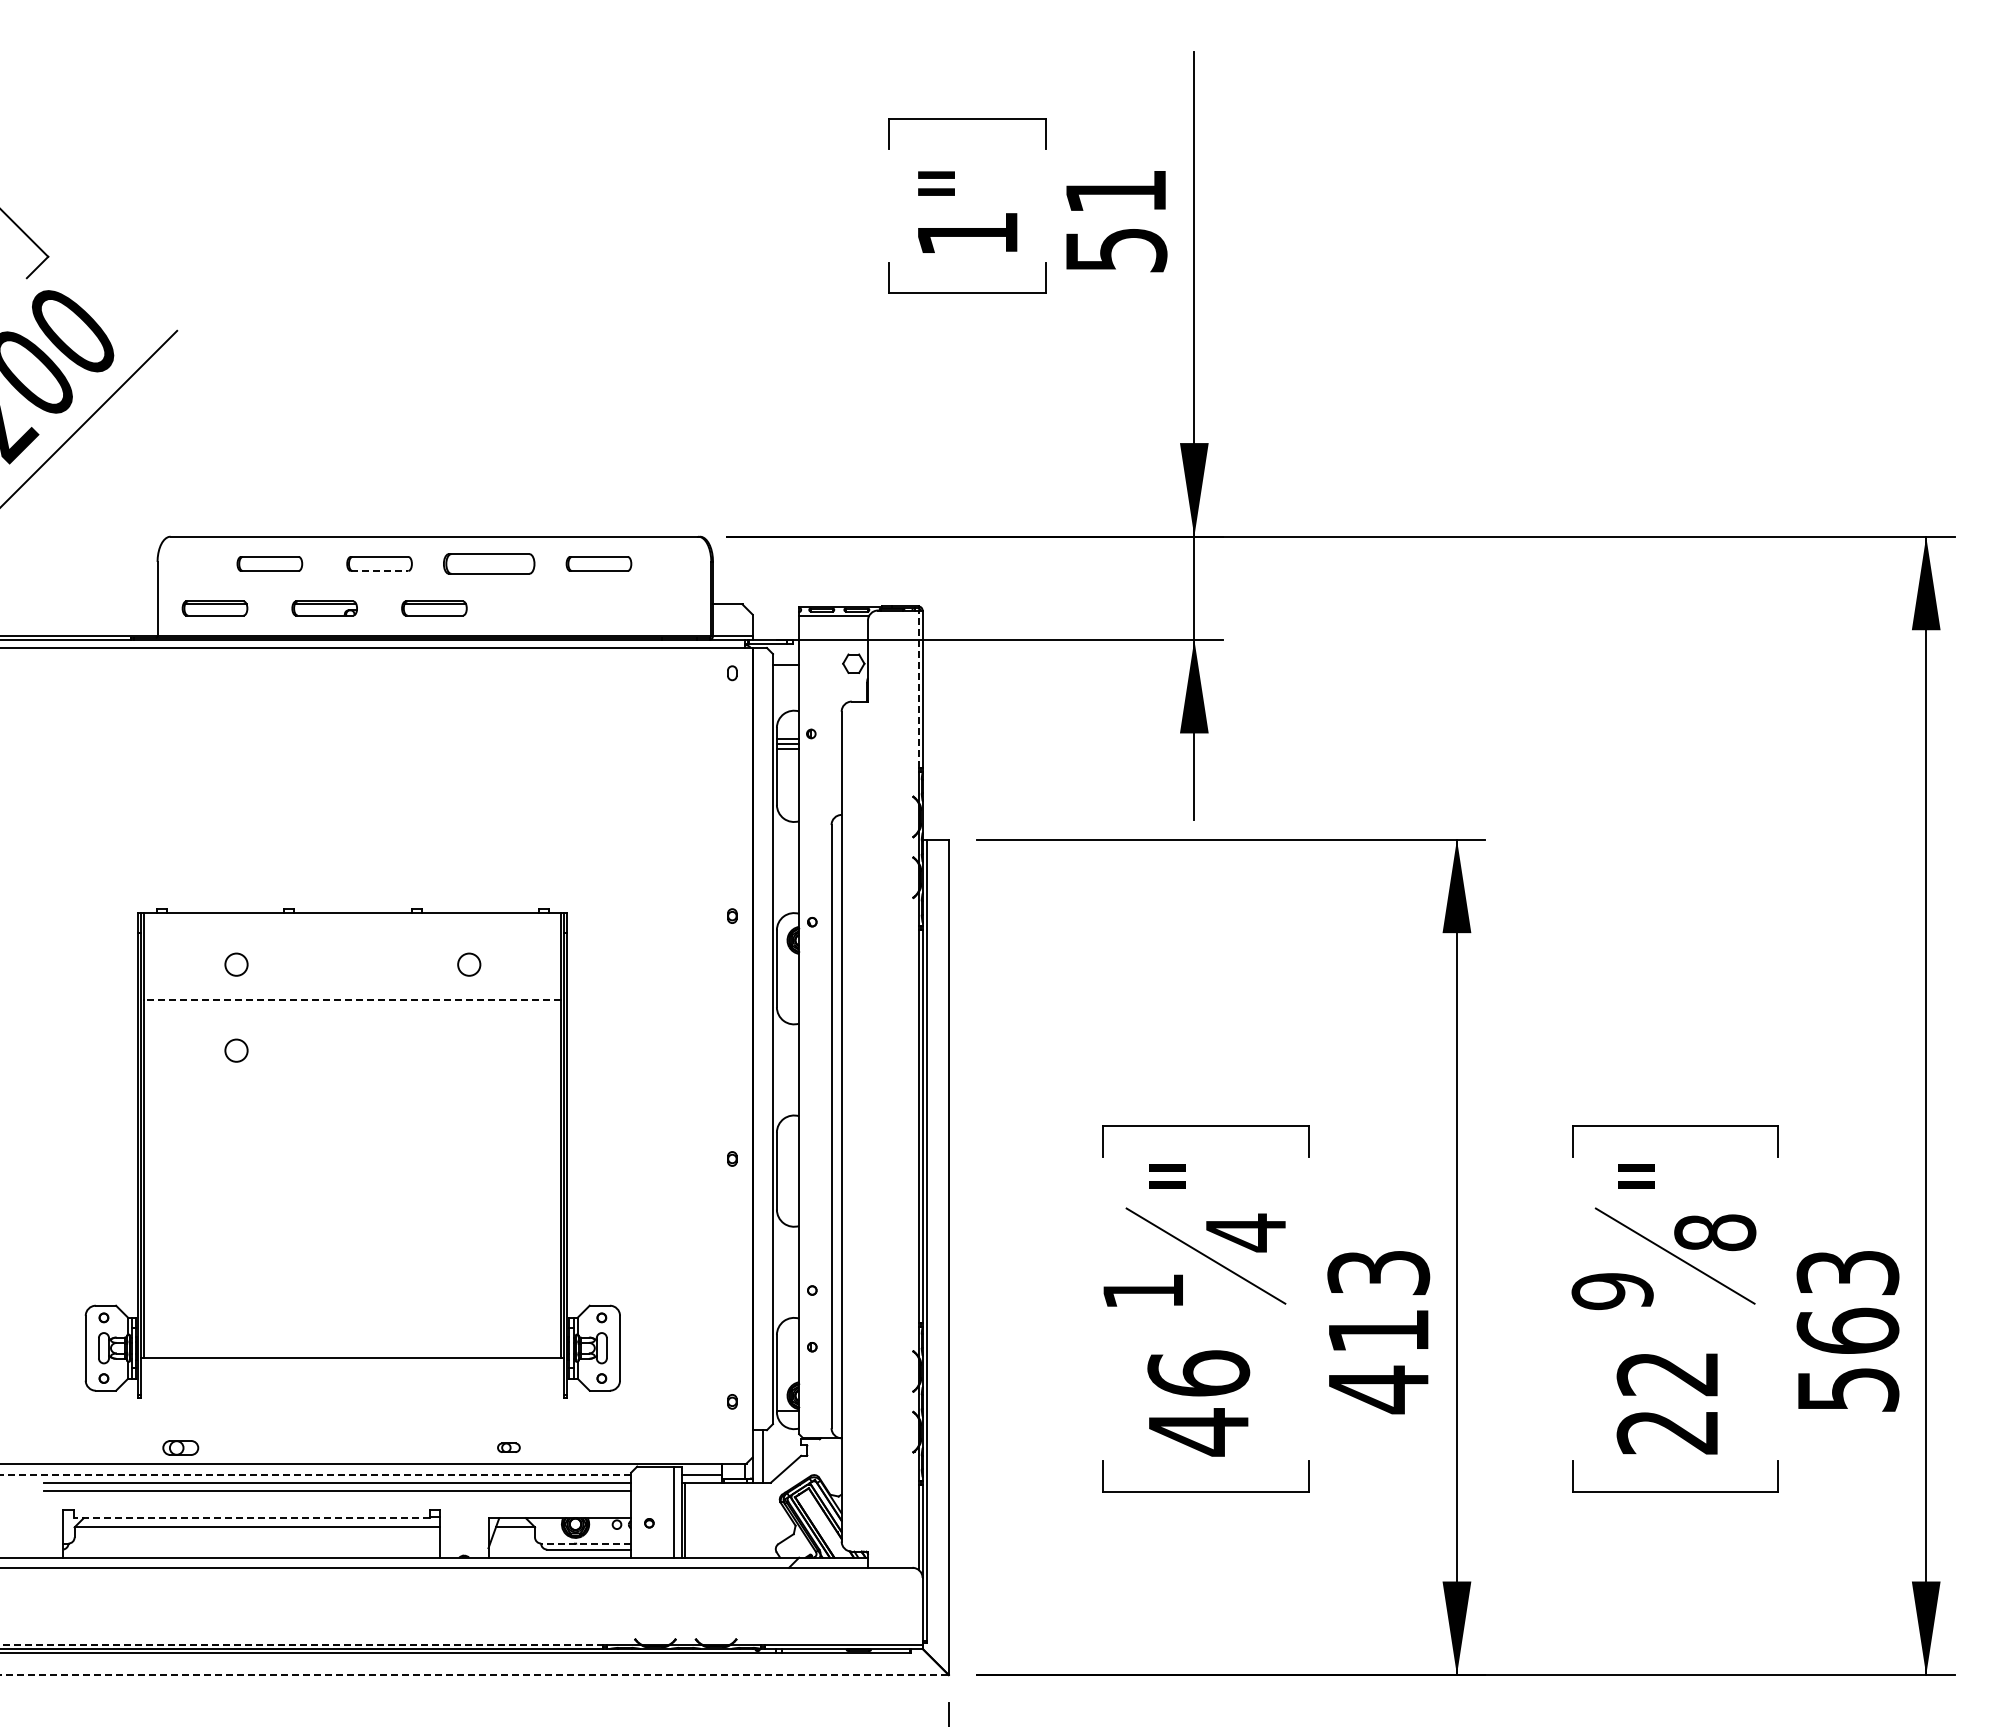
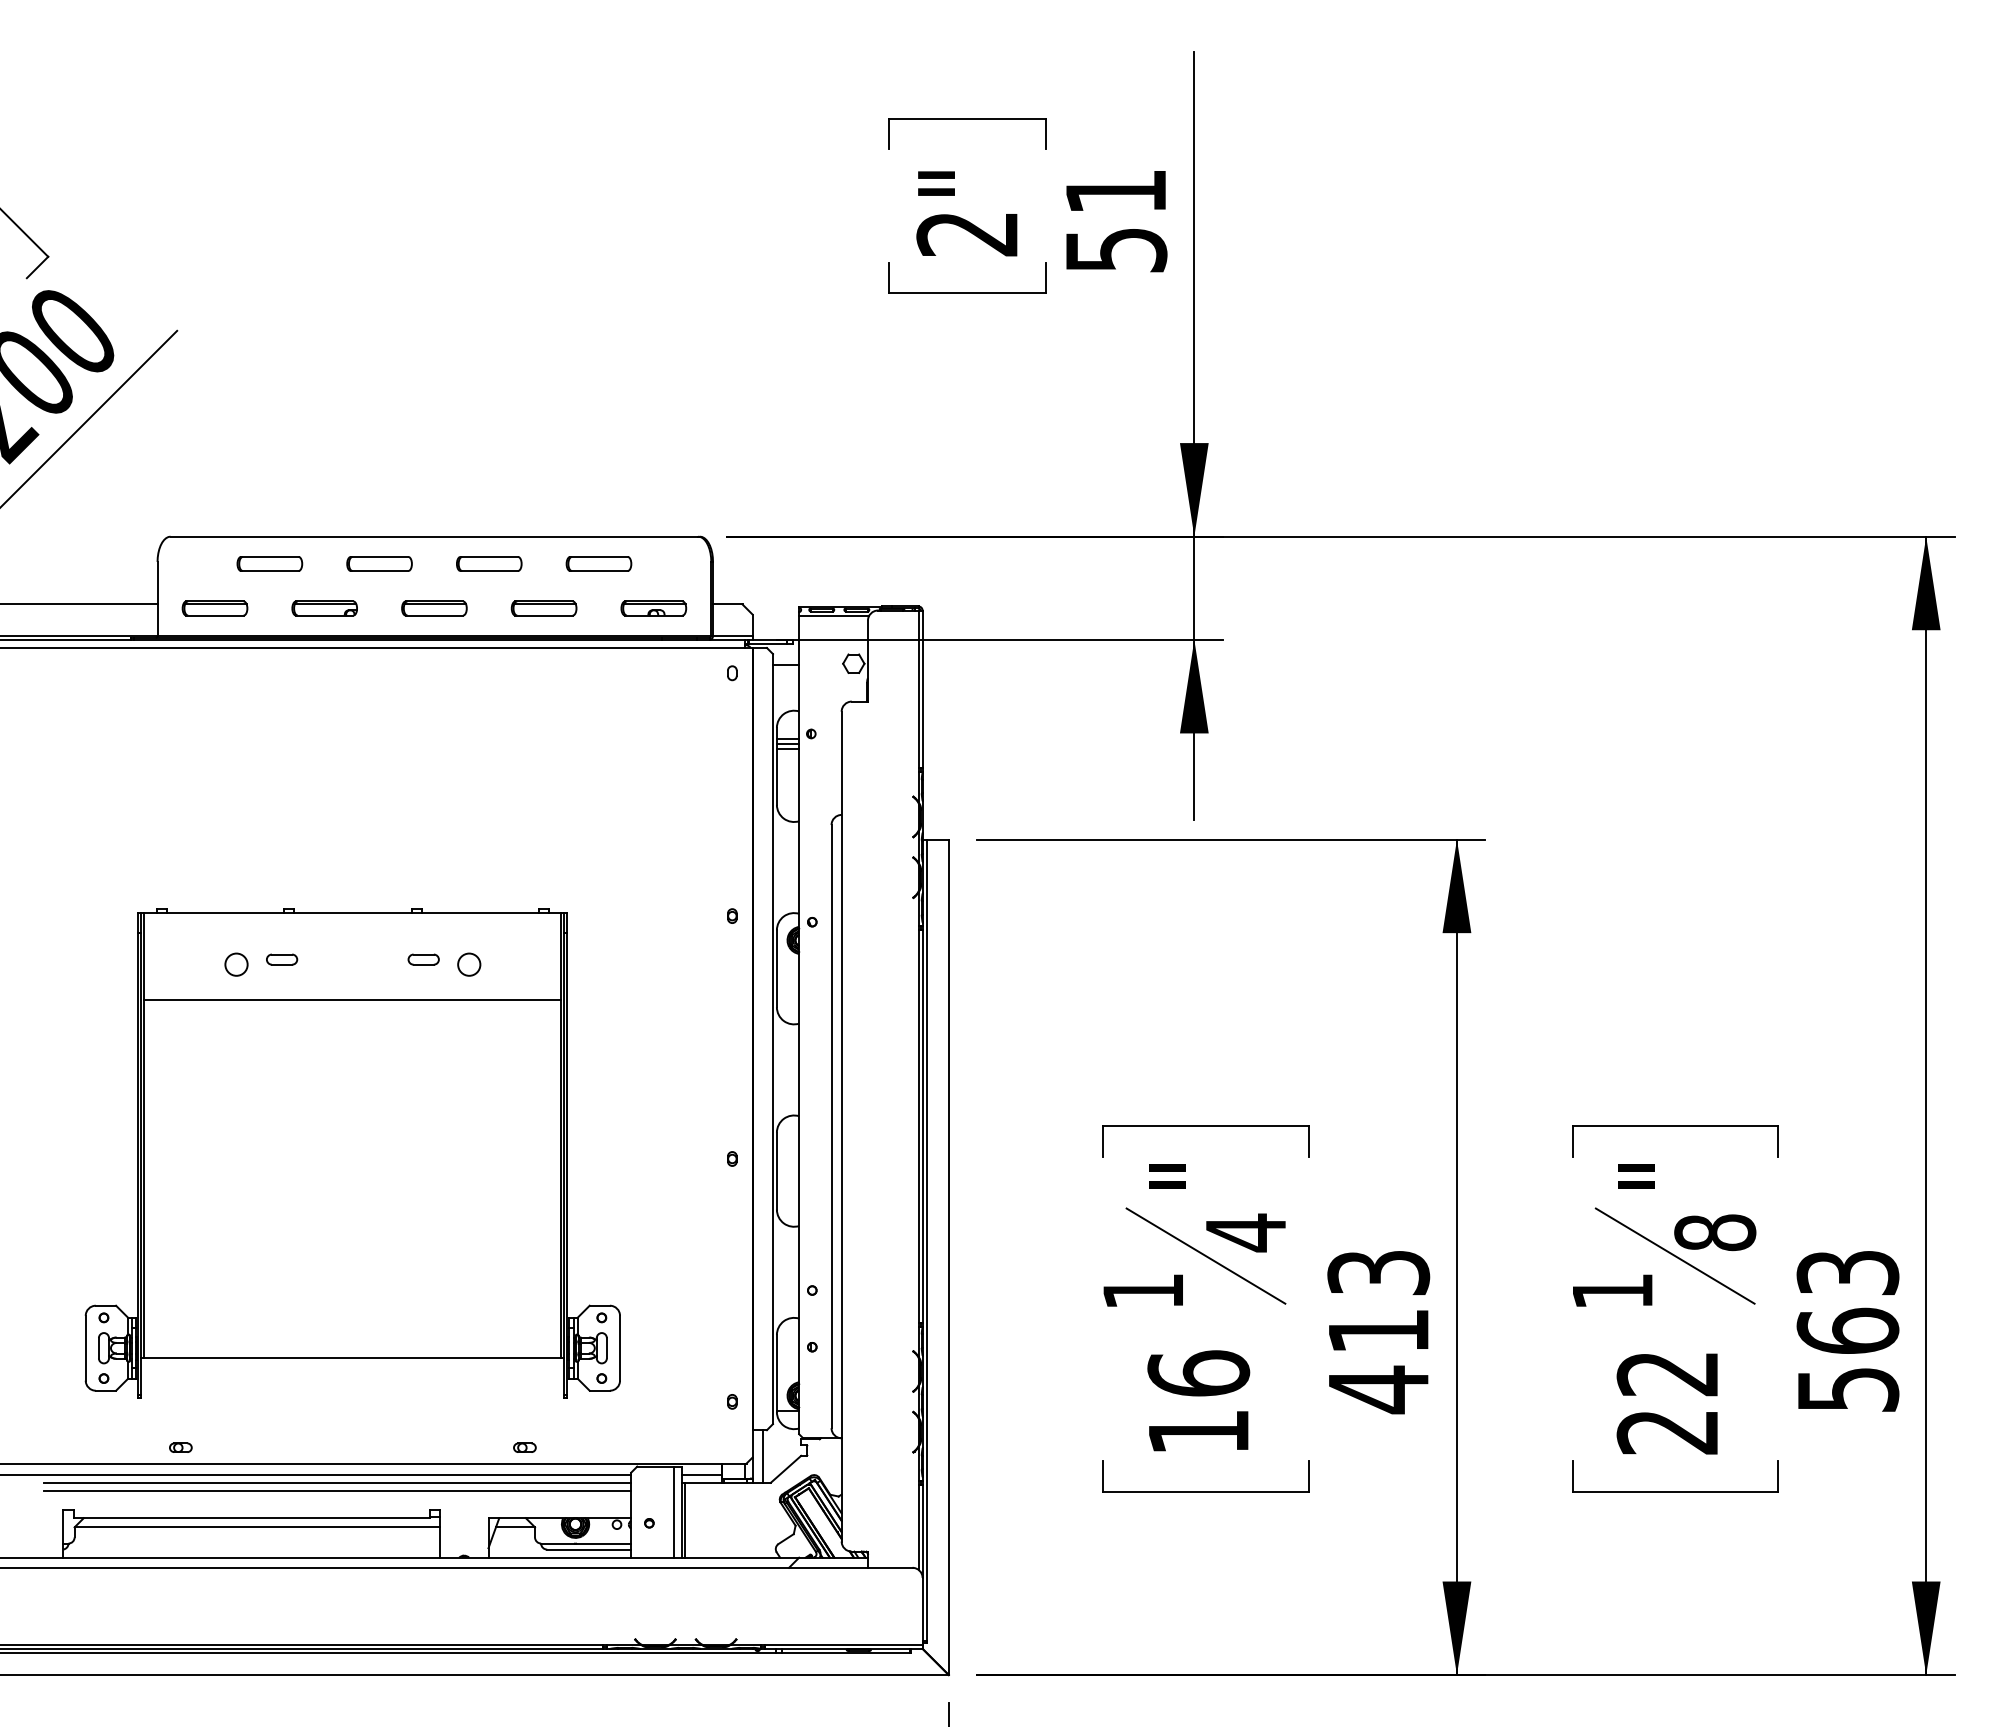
text at (966, 234): 1" -> 2"
part at (489, 563) size: 93x22 px -> 67x16 px
line at (379, 571): dashed -> solid
line at (79, 604): none -> present
part at (543, 608): none -> present
part at (653, 608): none -> present
line at (918, 689): dashed -> solid
part at (282, 959): none -> present
part at (423, 959): none -> present
line at (352, 1000): dashed -> solid
circle at (236, 1050): present -> none
text at (1612, 1291): 9 -> 1
text at (1198, 1432): 46 -> 16
part at (180, 1447) size: 38x16 px -> 24x11 px
part at (508, 1447) position: (508, 1447) -> (524, 1447)
line at (315, 1474): dashed -> solid
line at (251, 1518): dashed -> solid
line at (585, 1543): dashed -> solid
line at (302, 1644): dashed -> solid
line at (474, 1675): dashed -> solid
